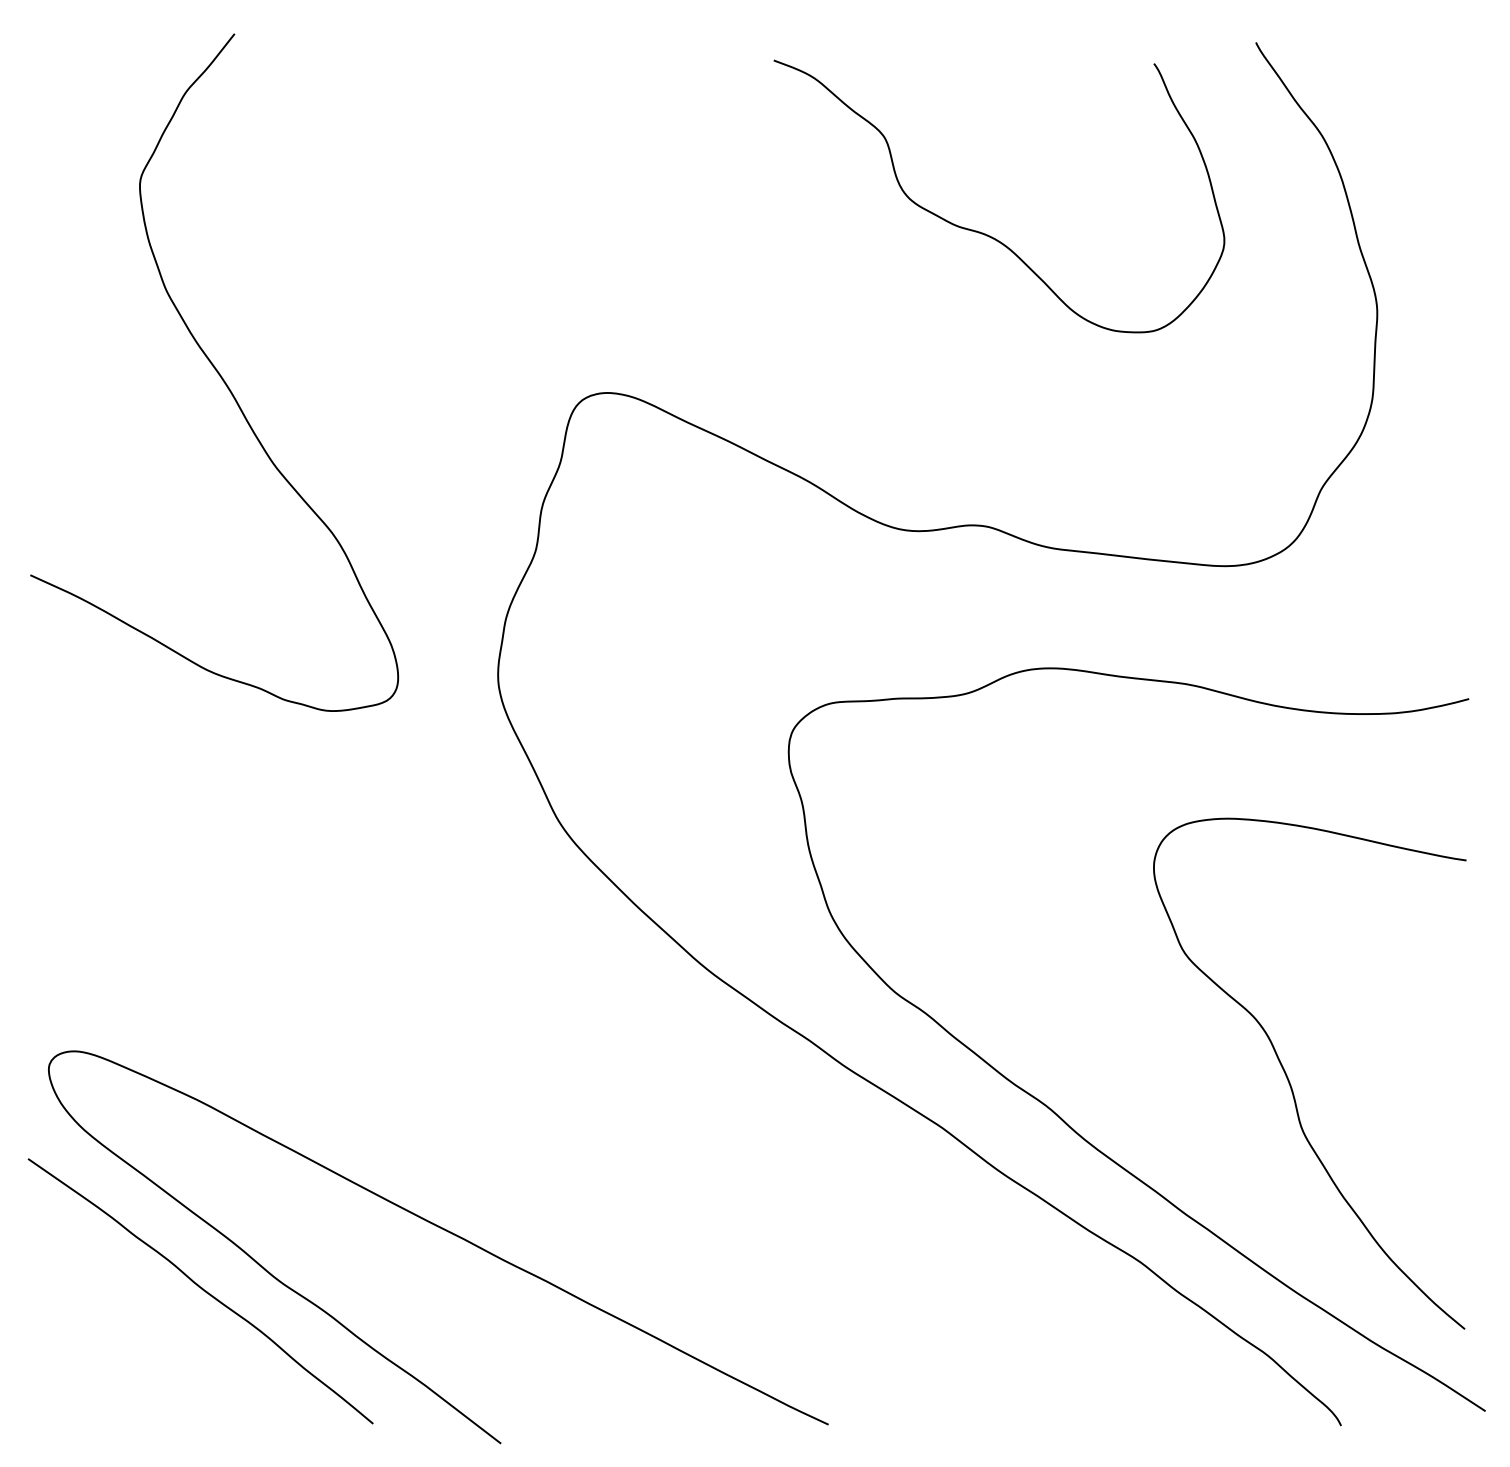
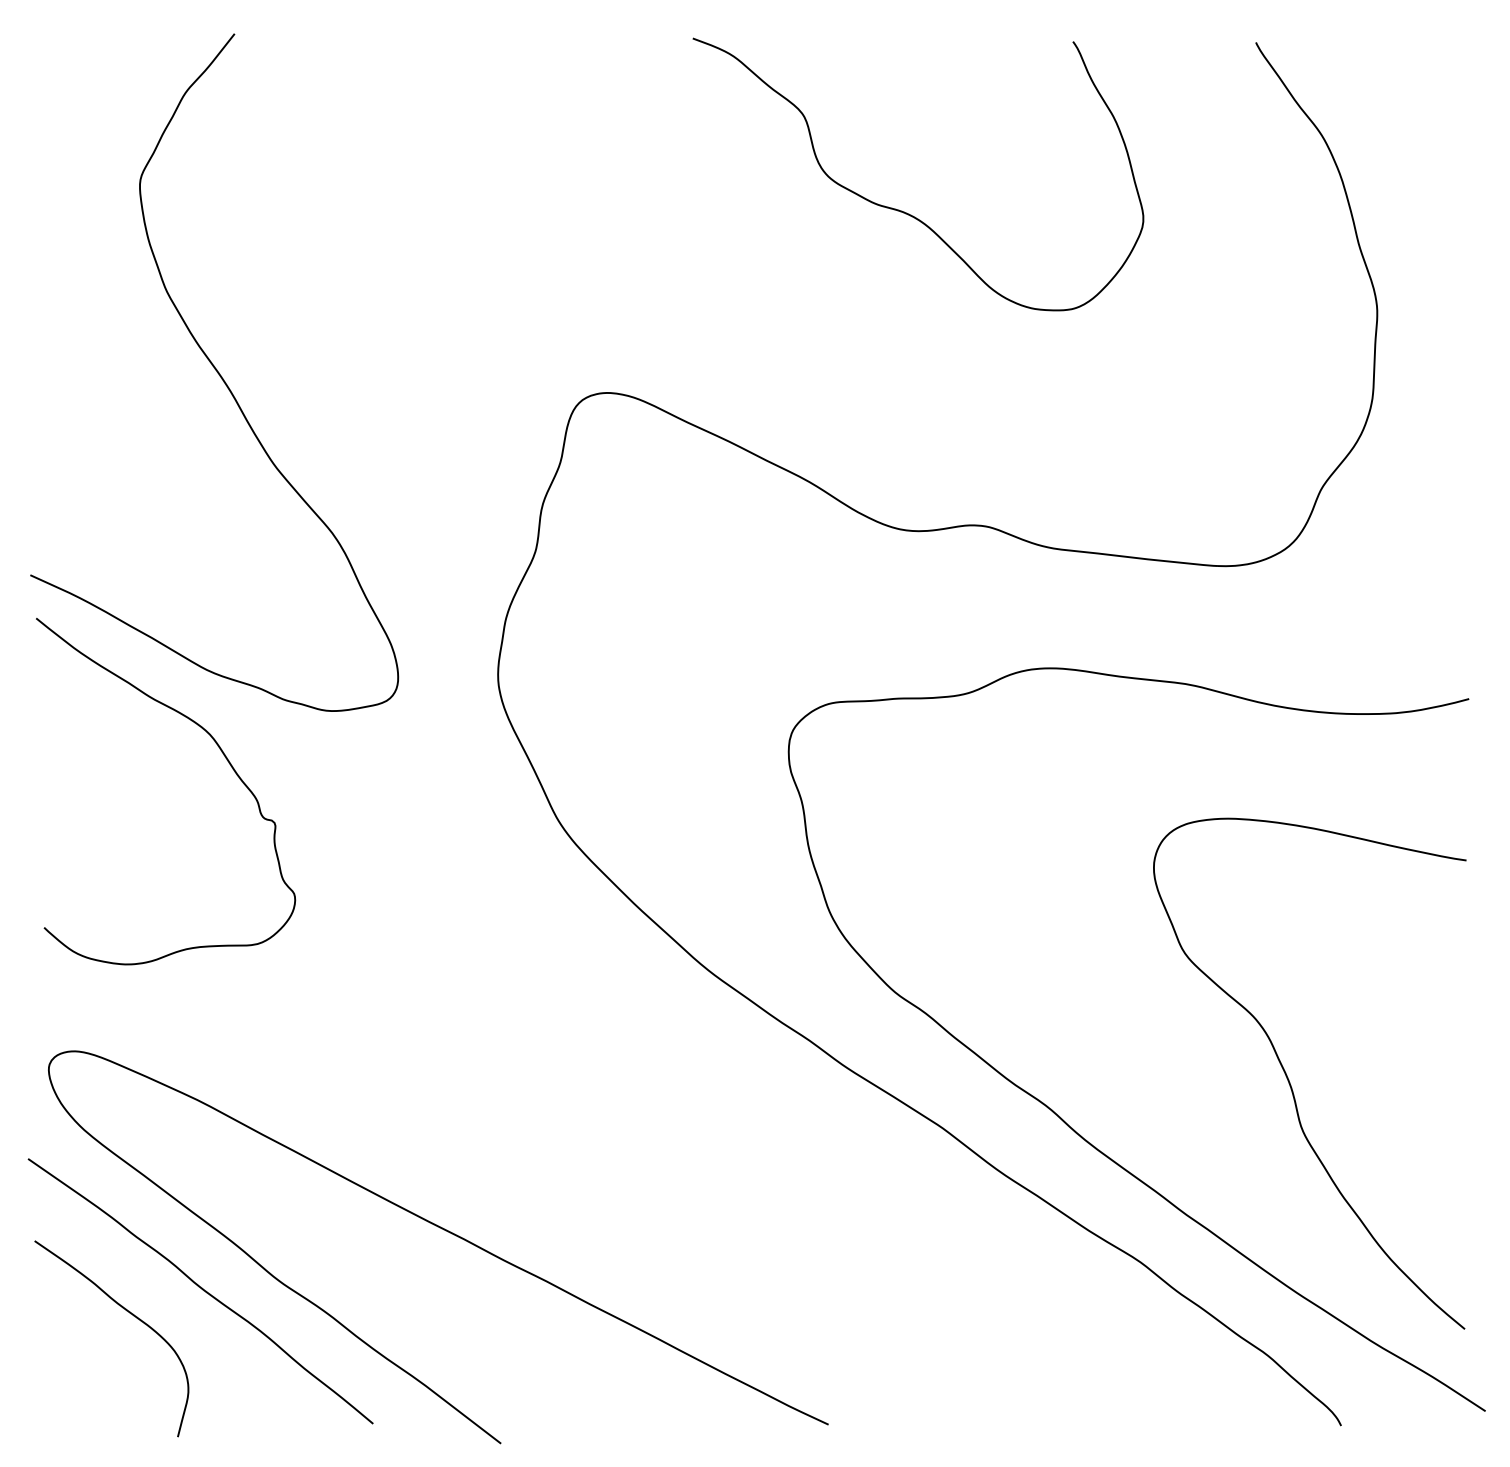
curve at (985, 233) position: (985, 233) -> (904, 211)
curve at (223, 755): none -> present
curve at (130, 1314): none -> present
